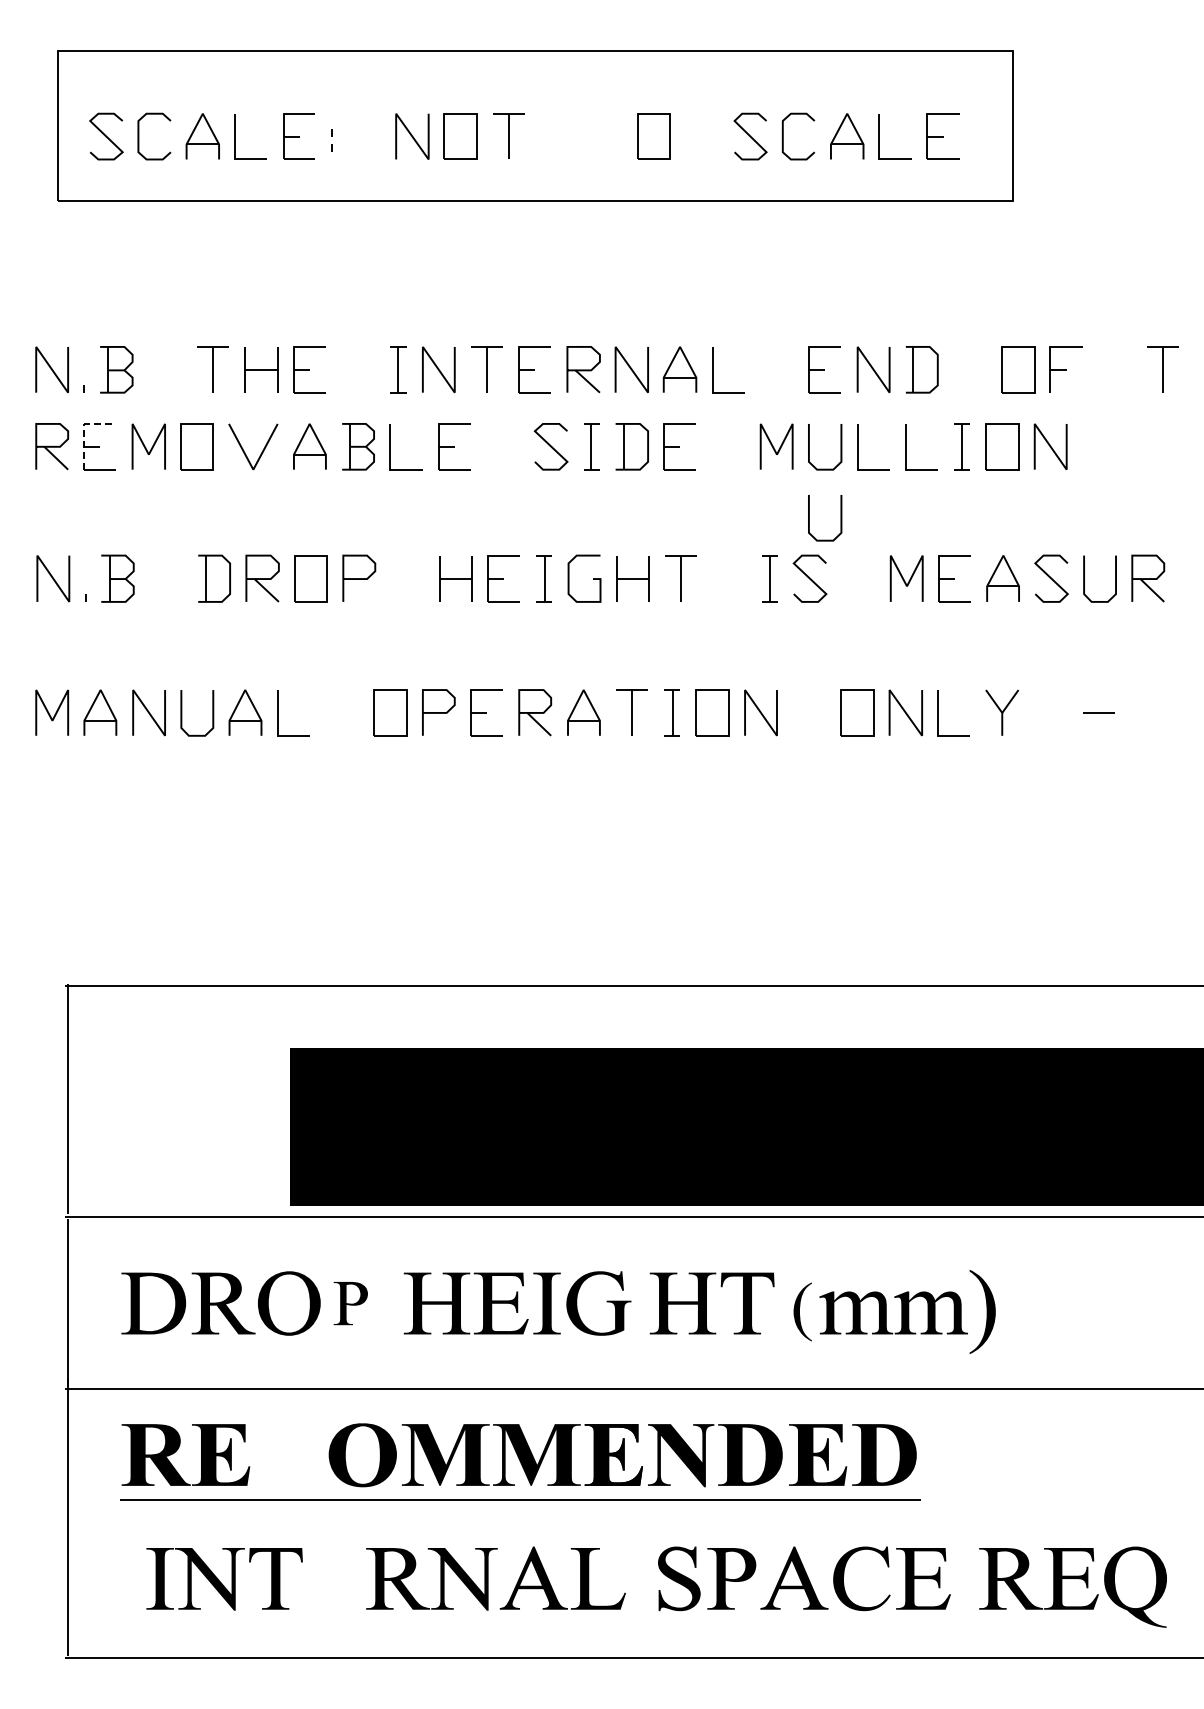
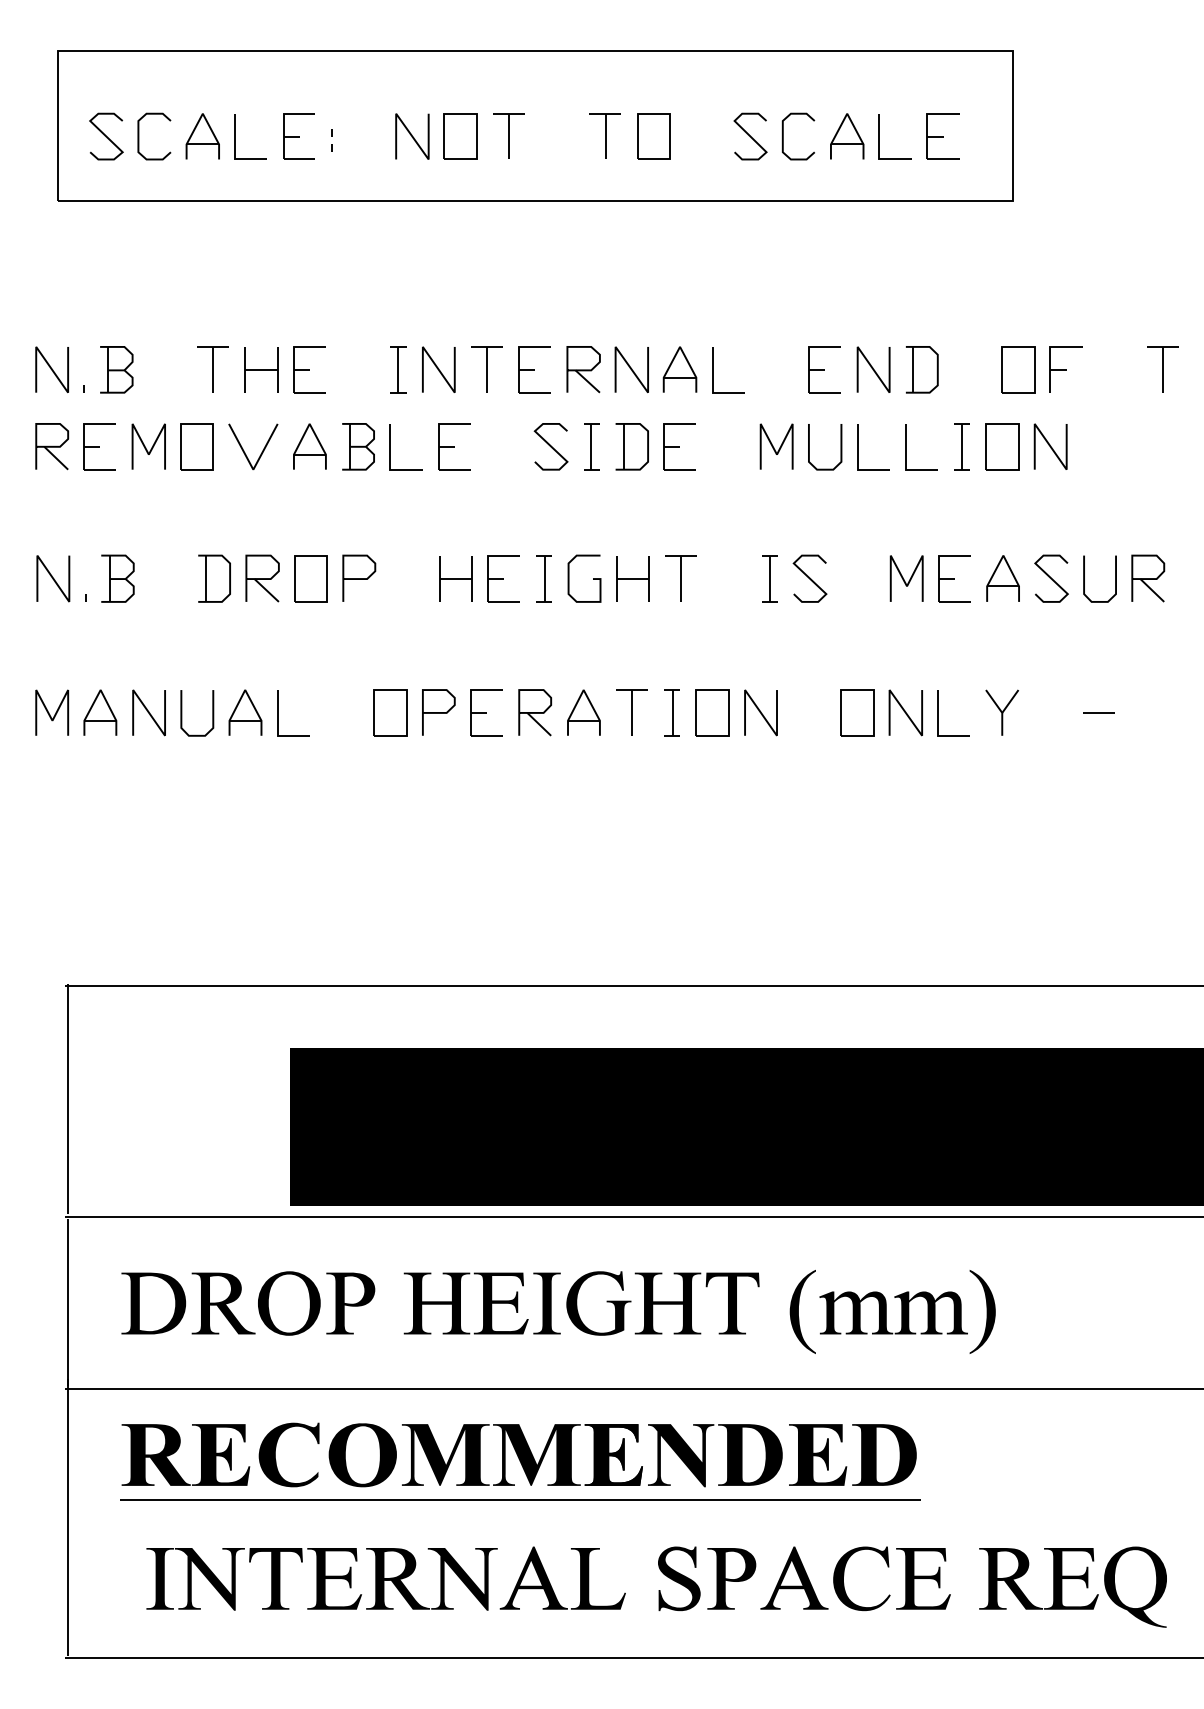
part at (604, 135): none -> present
line at (84, 429): dashed -> solid
curve at (840, 518): present -> none
part at (350, 1303) size: 35x44 px -> 50x63 px
part at (711, 1303) position: (711, 1303) -> (696, 1303)
part at (802, 1311) size: 19x60 px -> 27x84 px
fill at (288, 1454): none -> present
fill at (334, 1578): none -> present
